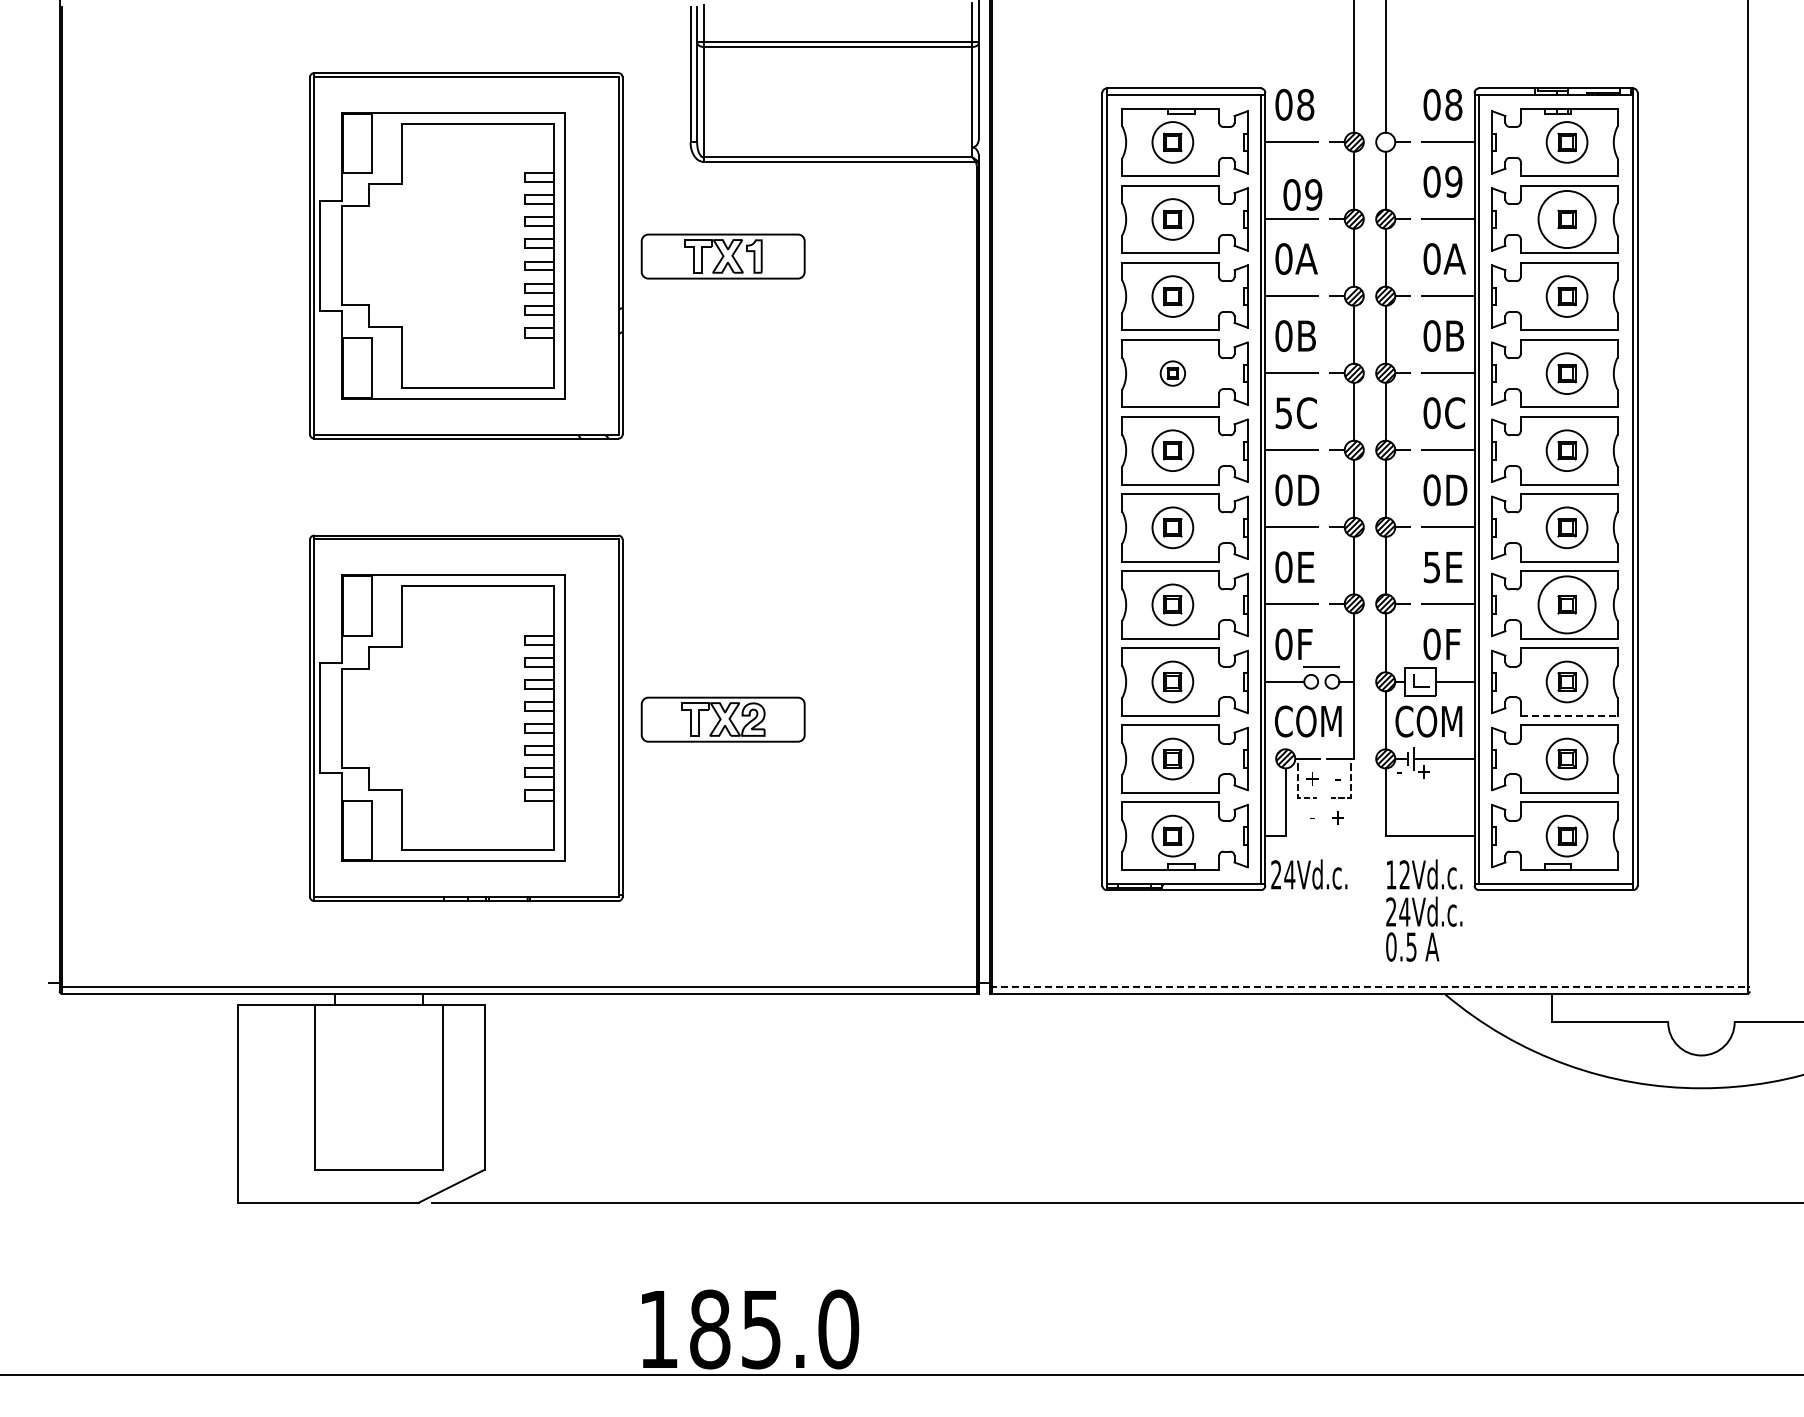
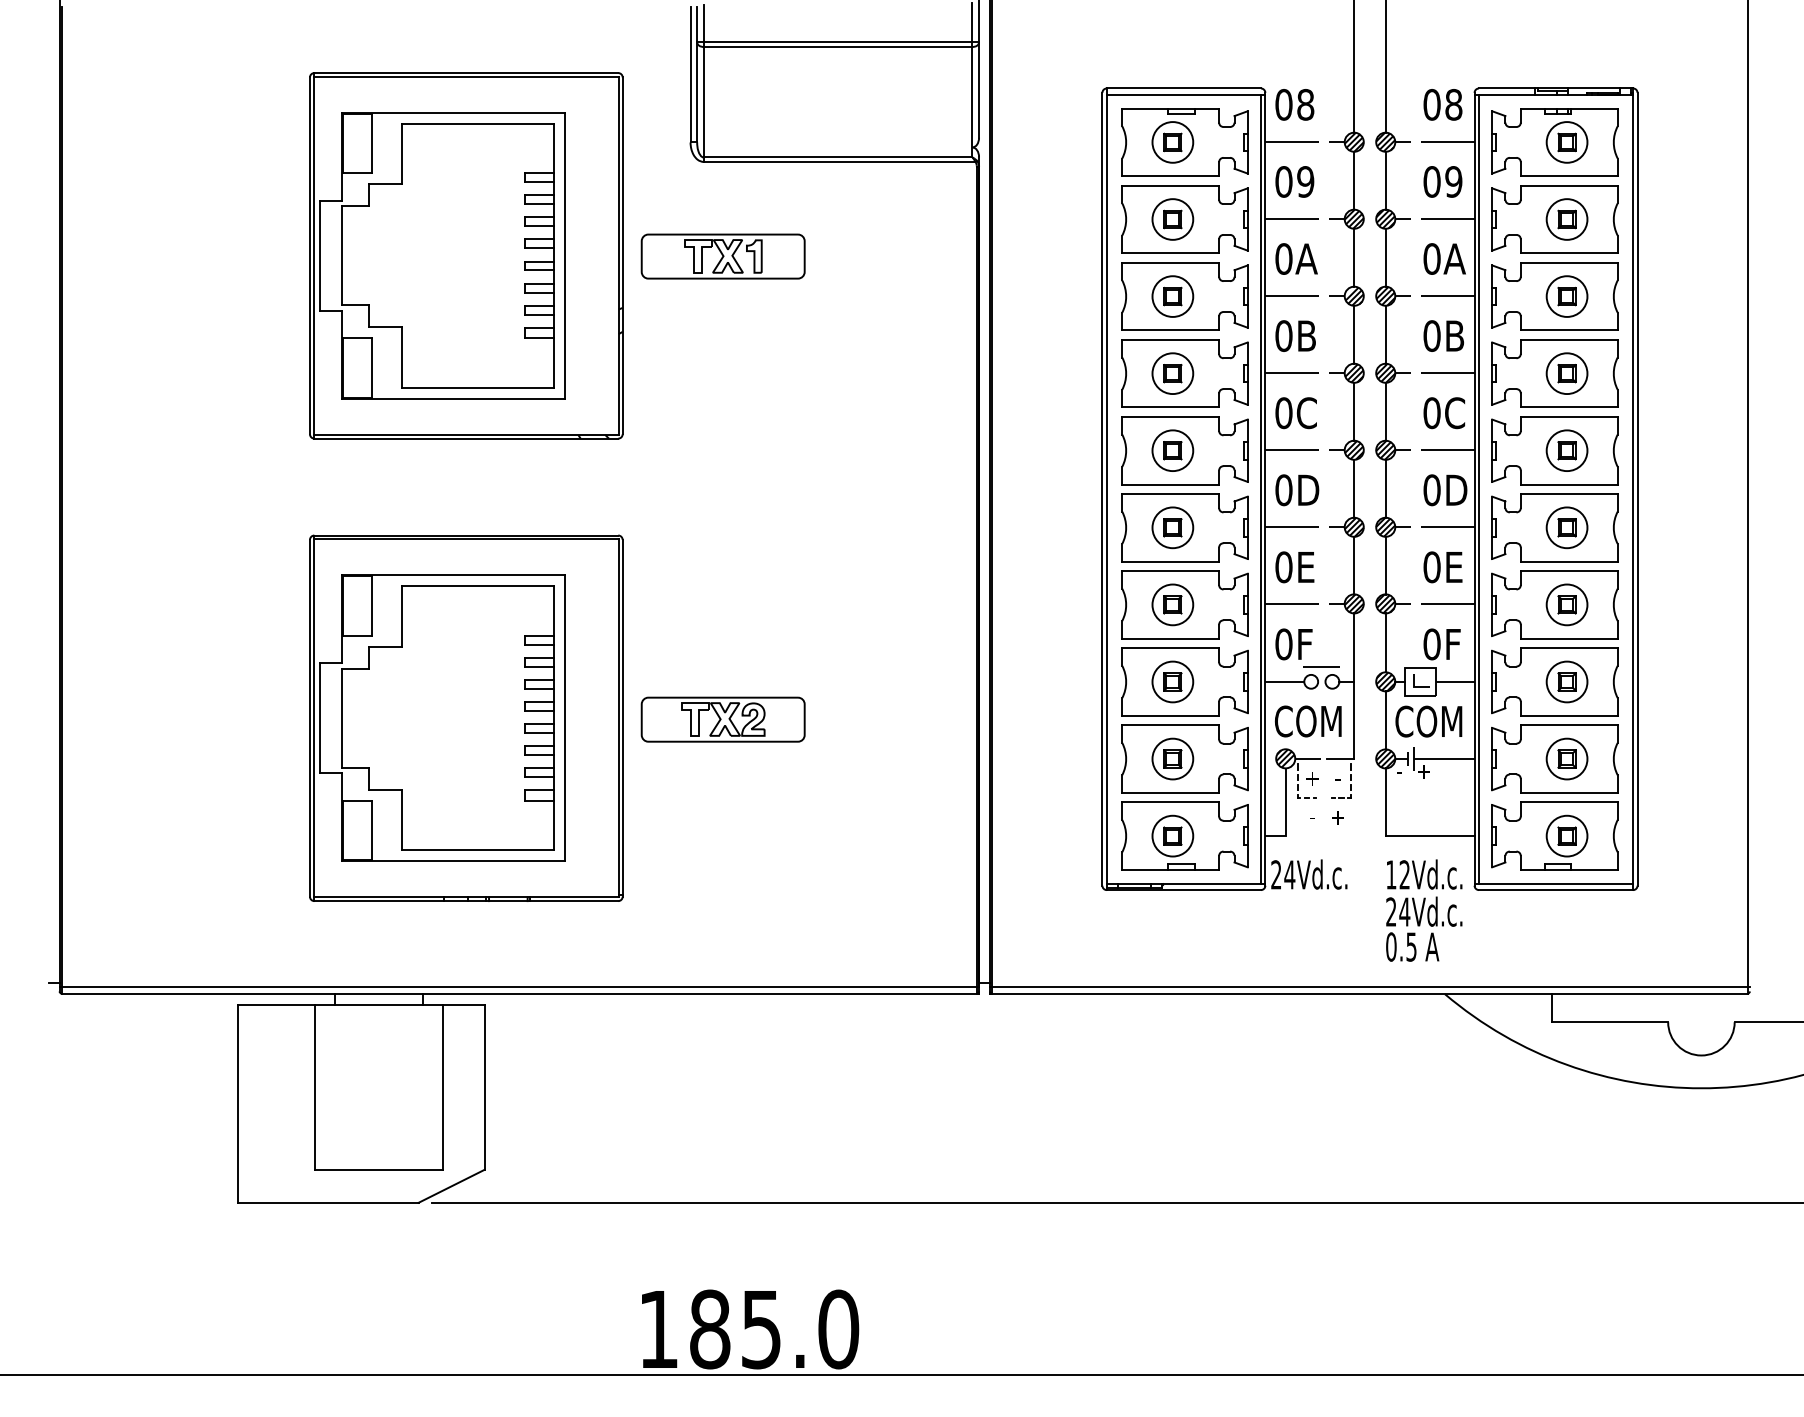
hatch at (1385, 141): none -> present
text at (1302, 194) position: (1302, 194) -> (1294, 181)
circle at (1566, 219) diameter: 57 px -> 41 px
part at (1172, 373) size: 27x27 px -> 44x43 px
text at (1283, 413): 5C -> 0C
text at (1431, 567): 5E -> 0E
circle at (1566, 604) diameter: 57 px -> 41 px
line at (1569, 715): dashed -> solid
line at (1369, 987): dashed -> solid
